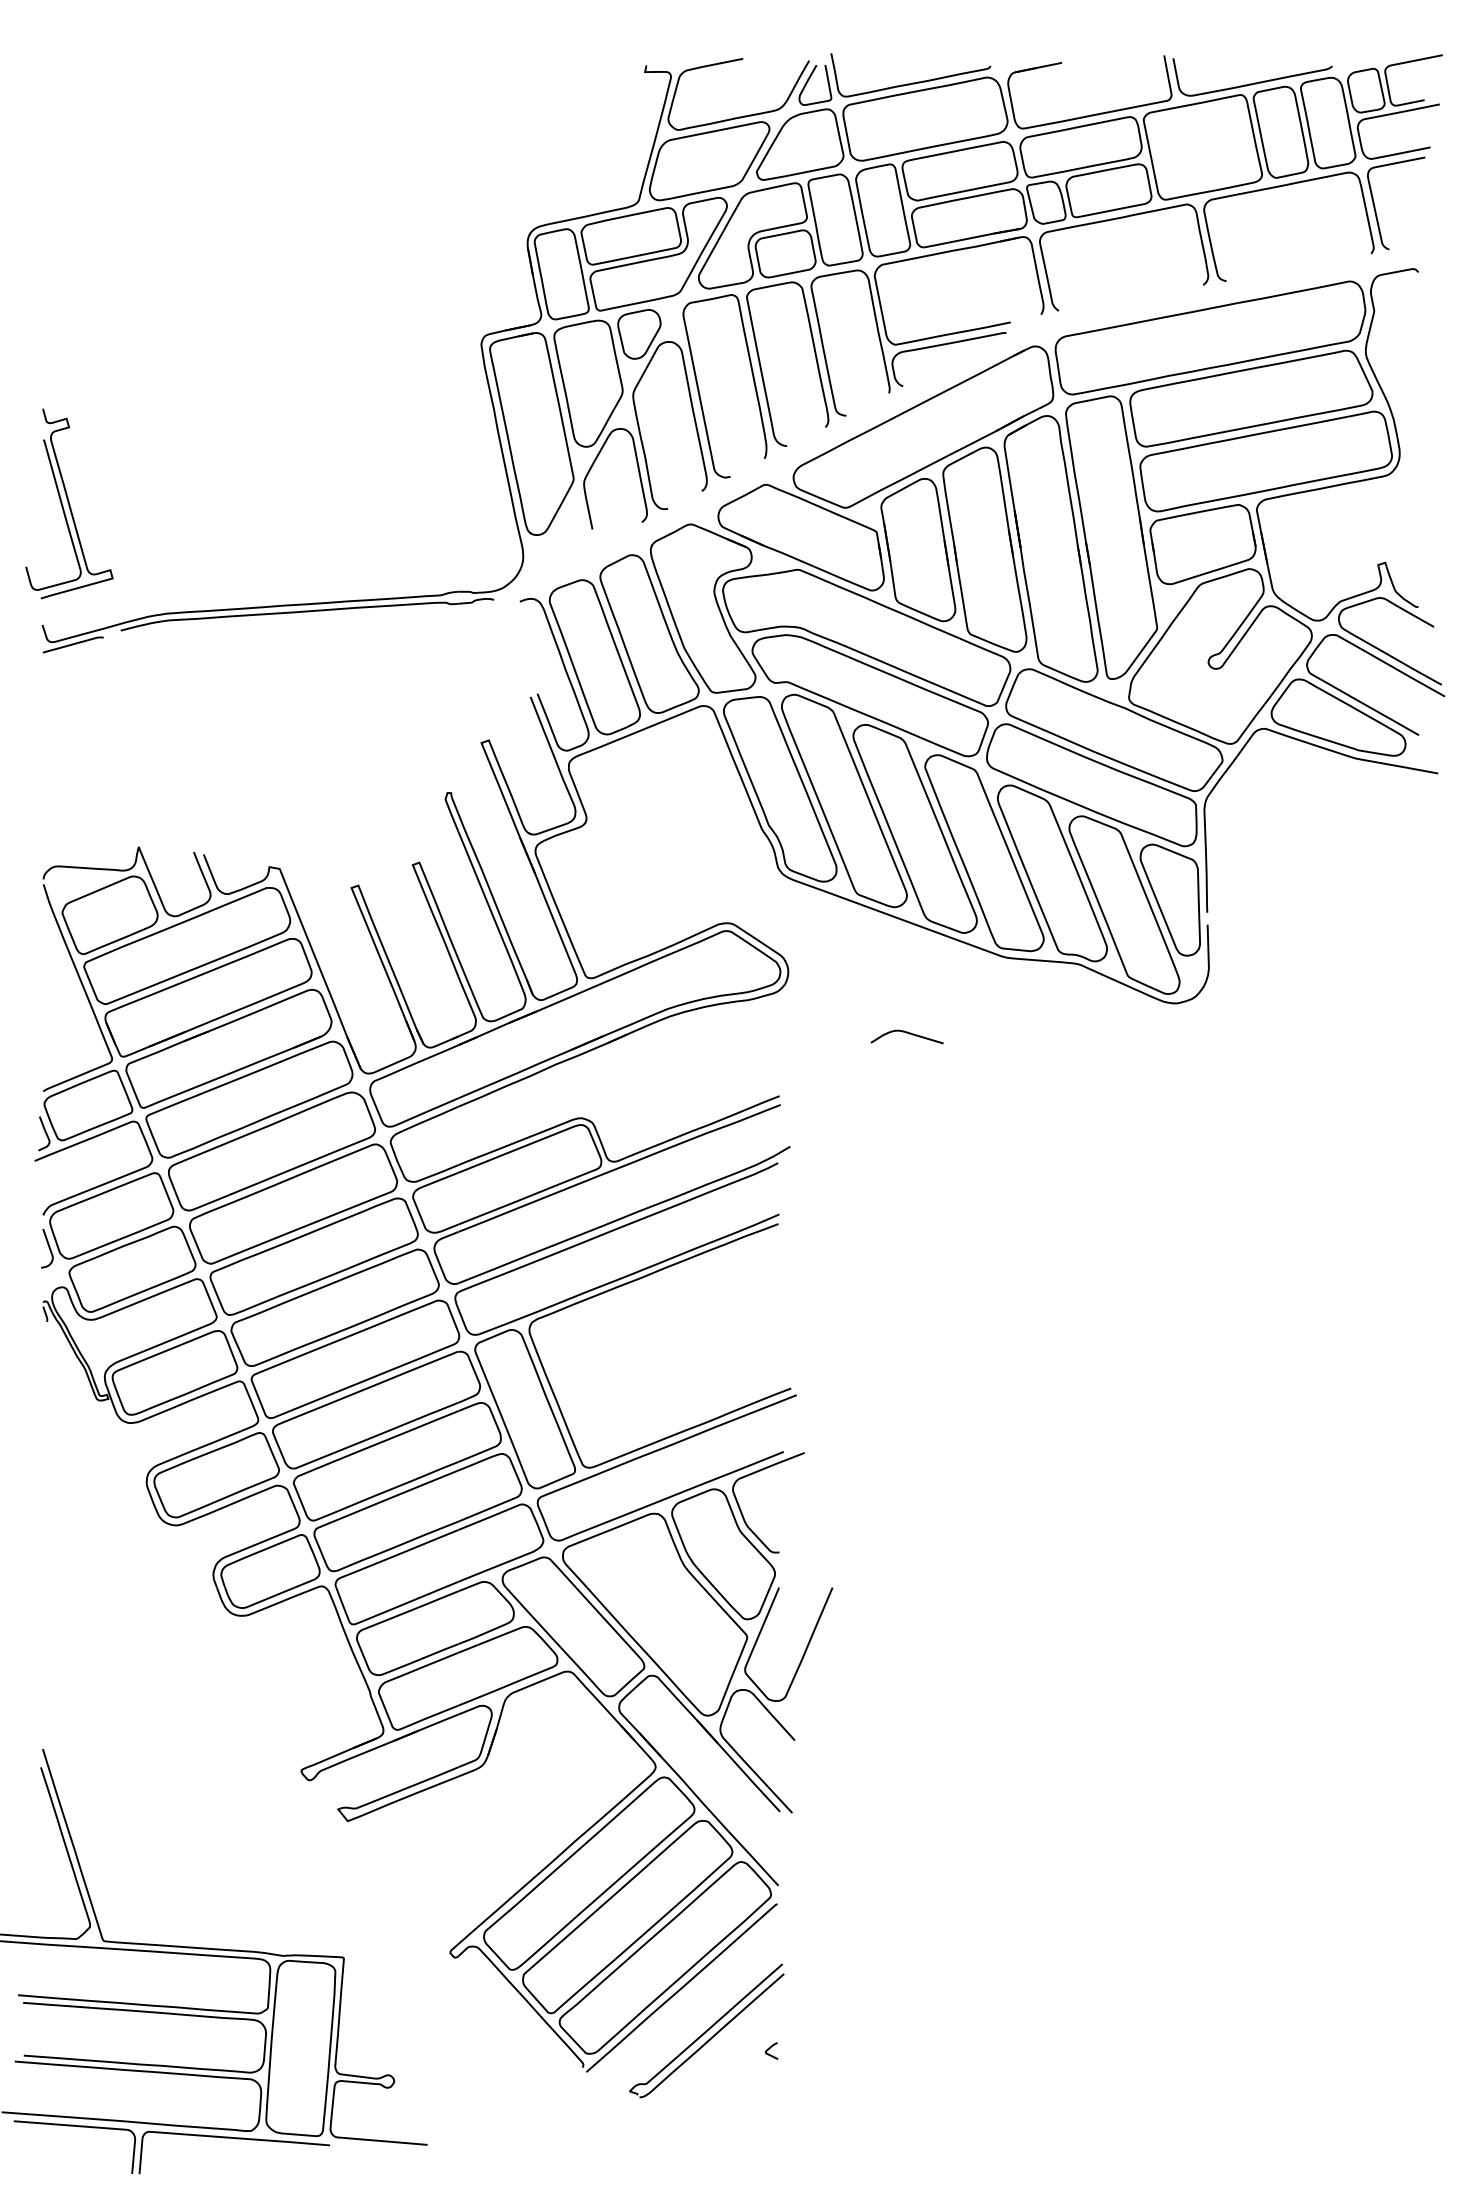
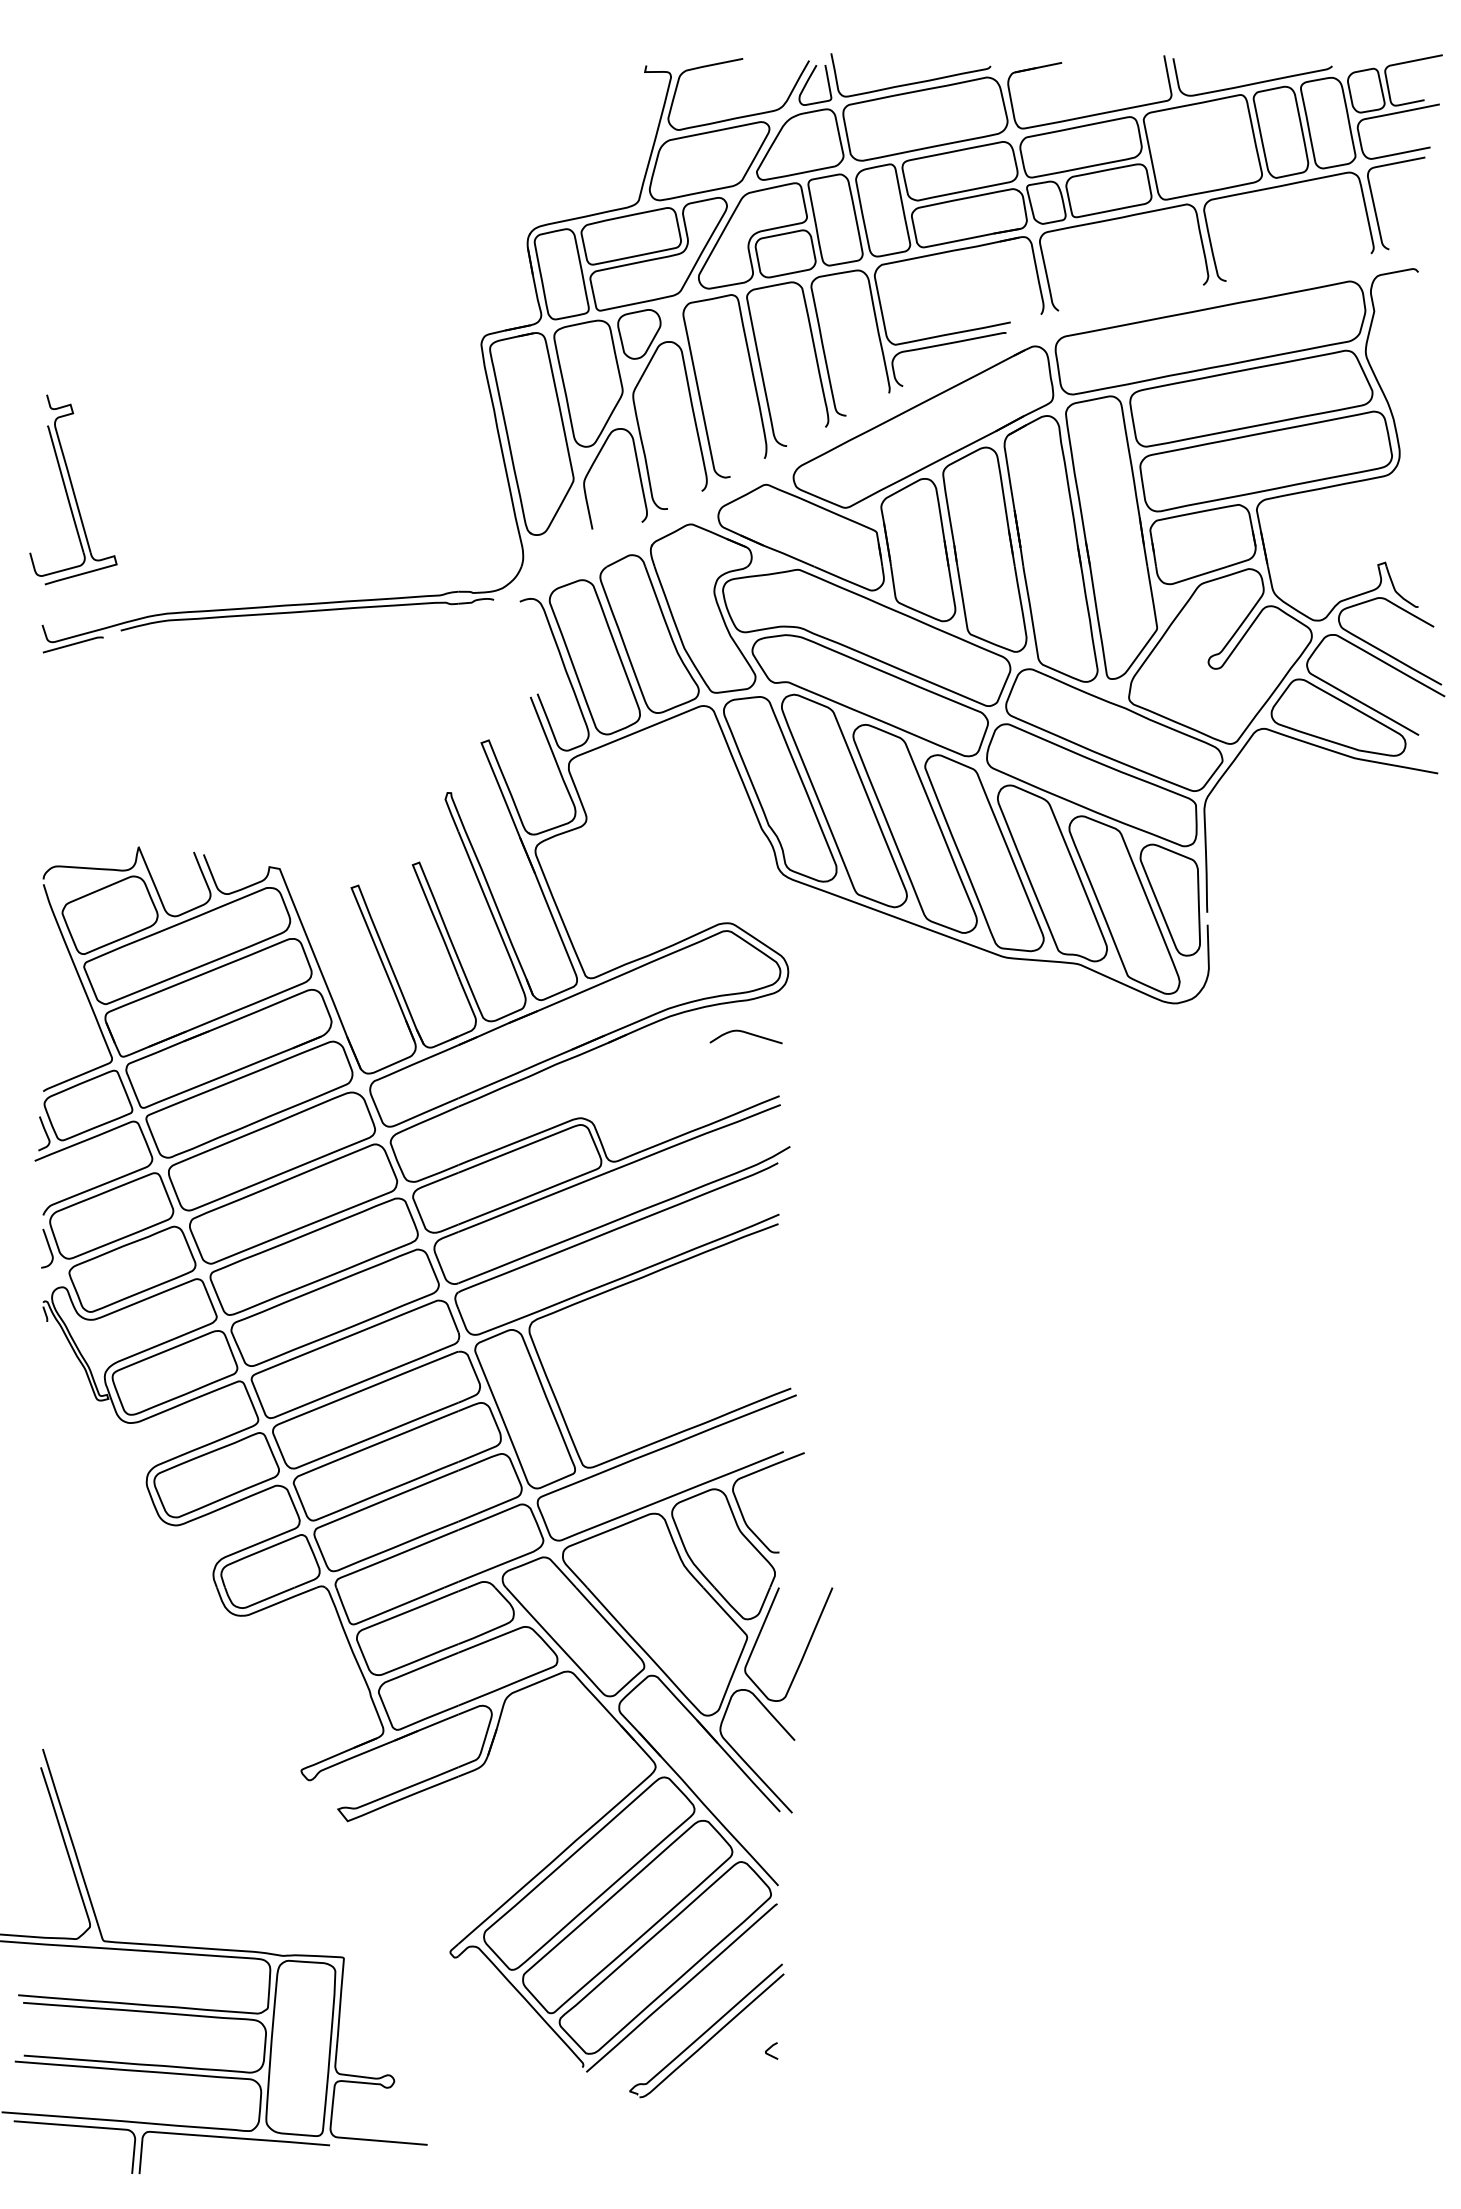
part at (69, 503) position: (69, 503) -> (73, 489)
curve at (906, 1033) position: (906, 1033) -> (745, 1033)
